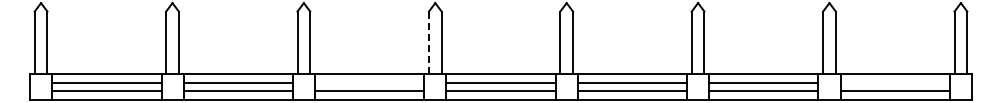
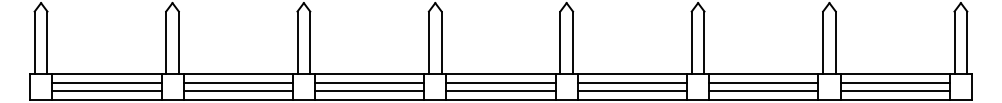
line at (428, 43): dashed -> solid
line at (369, 82): none -> present
line at (894, 82): none -> present
